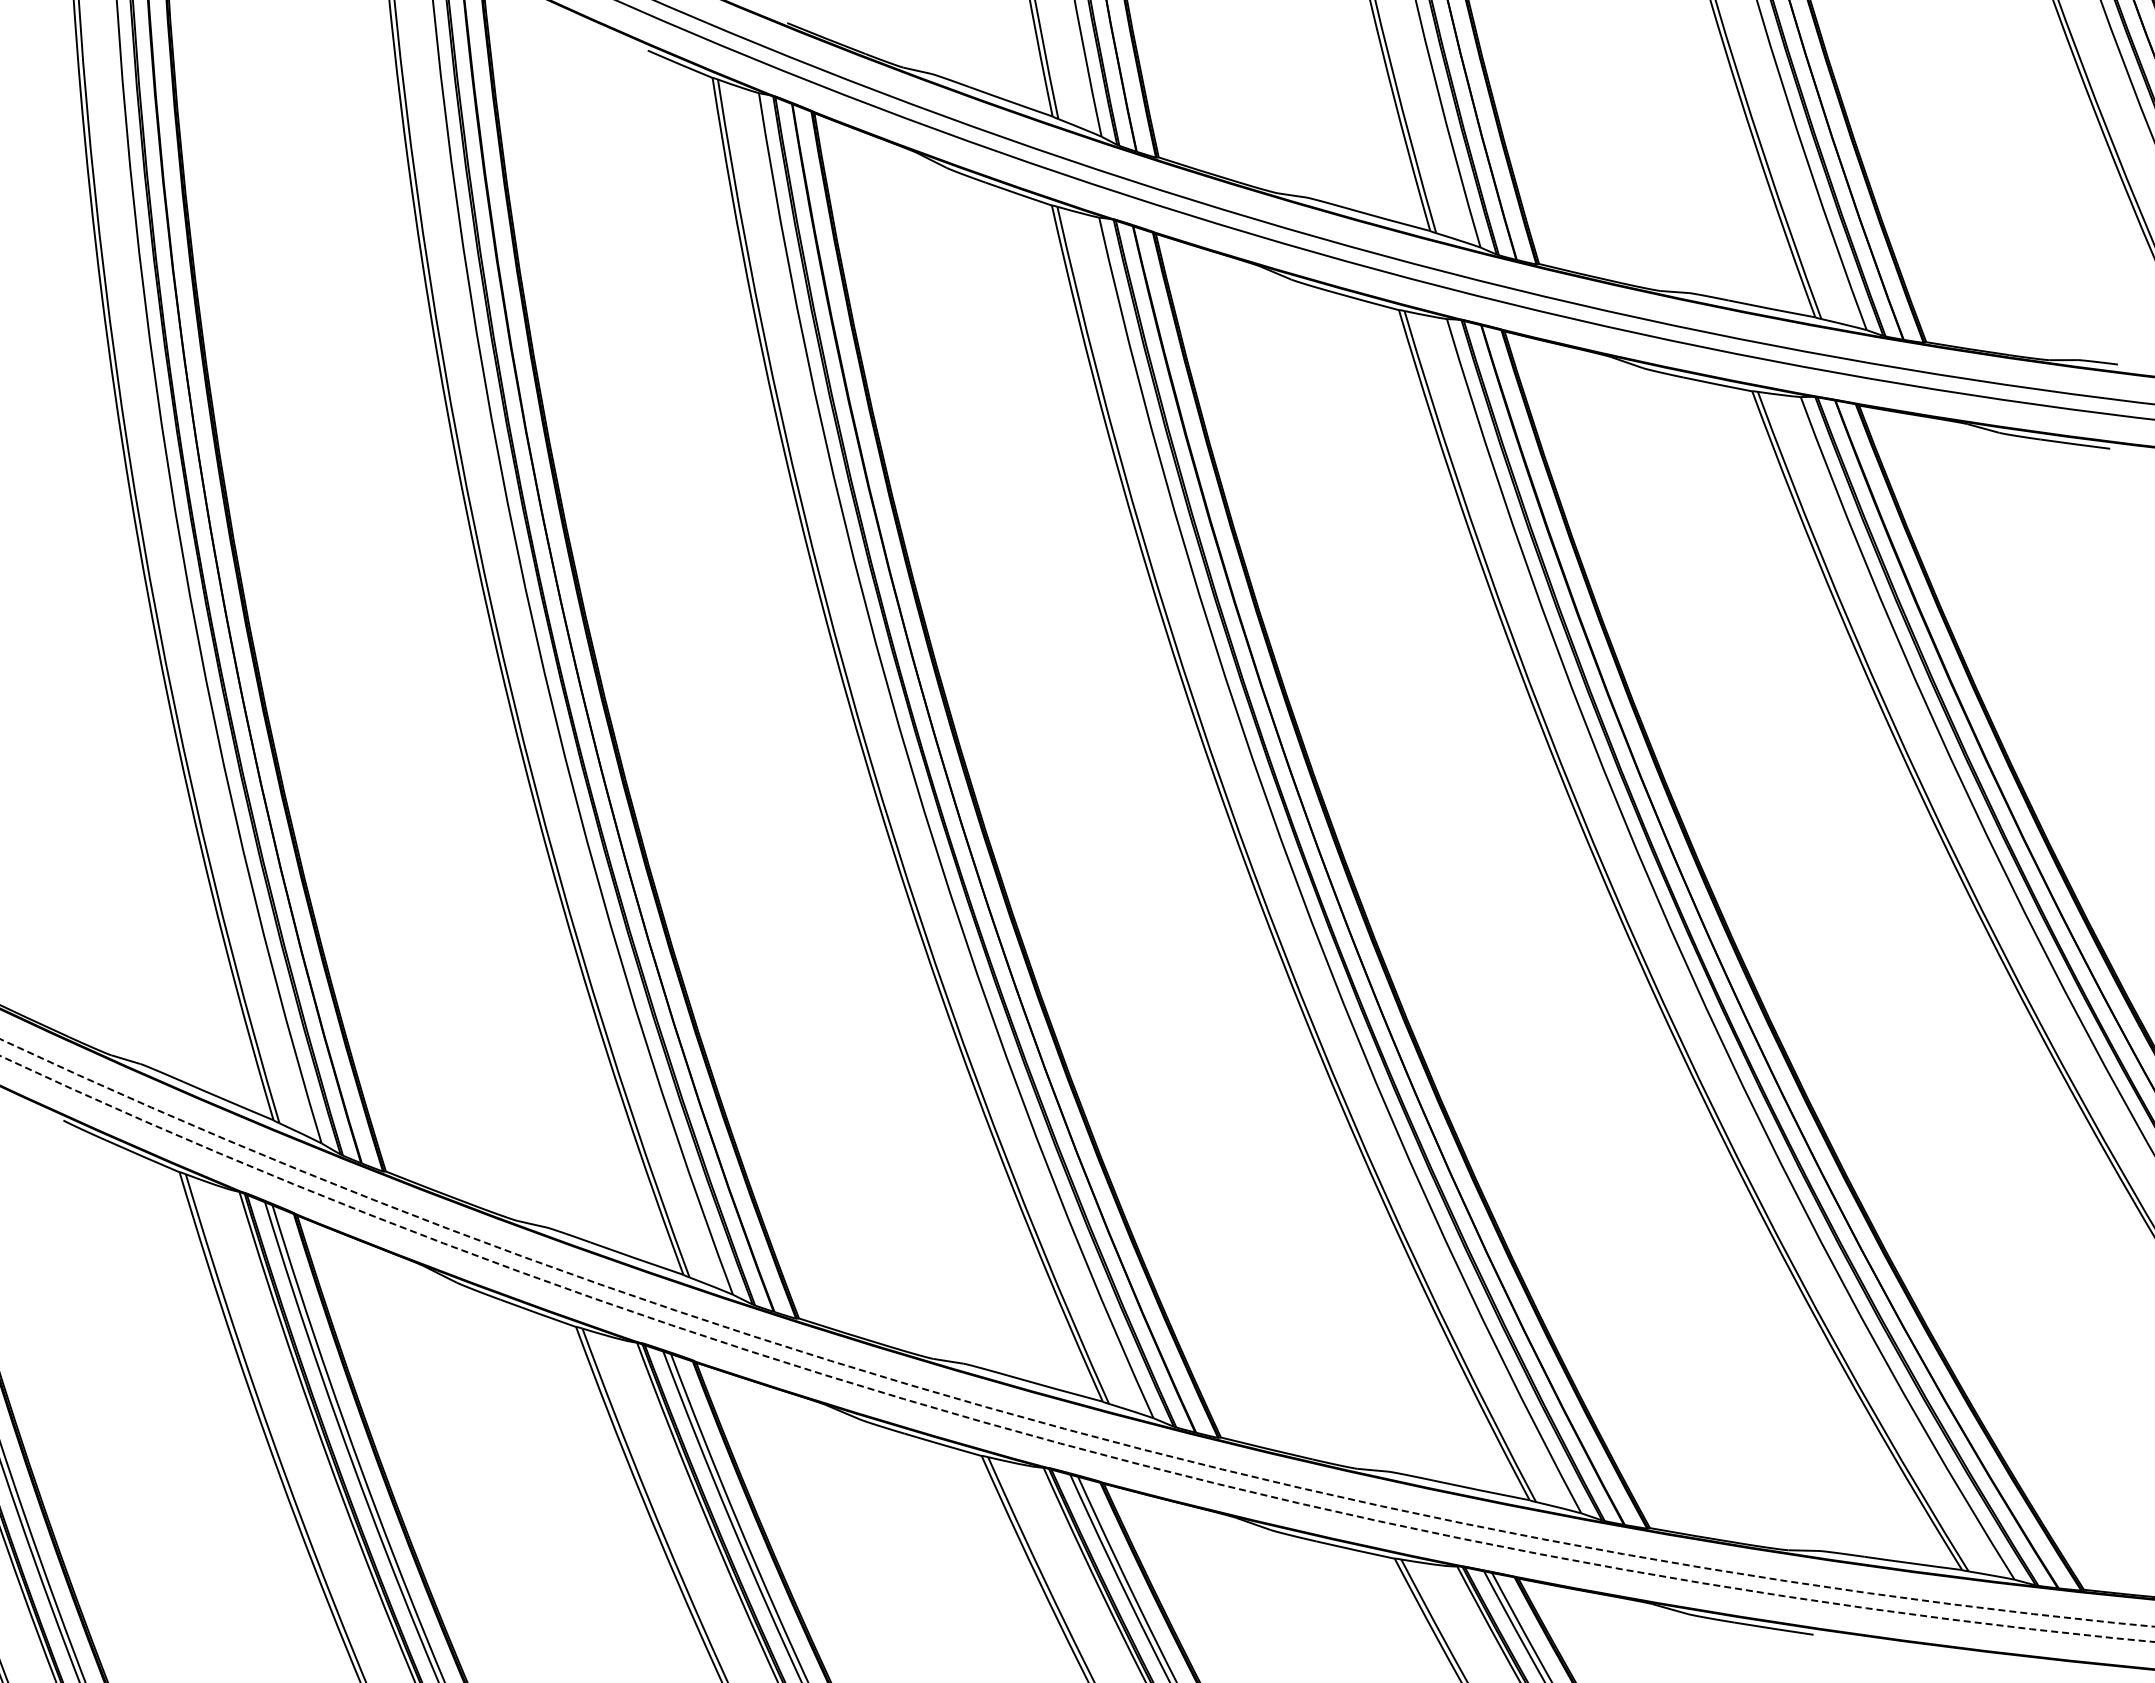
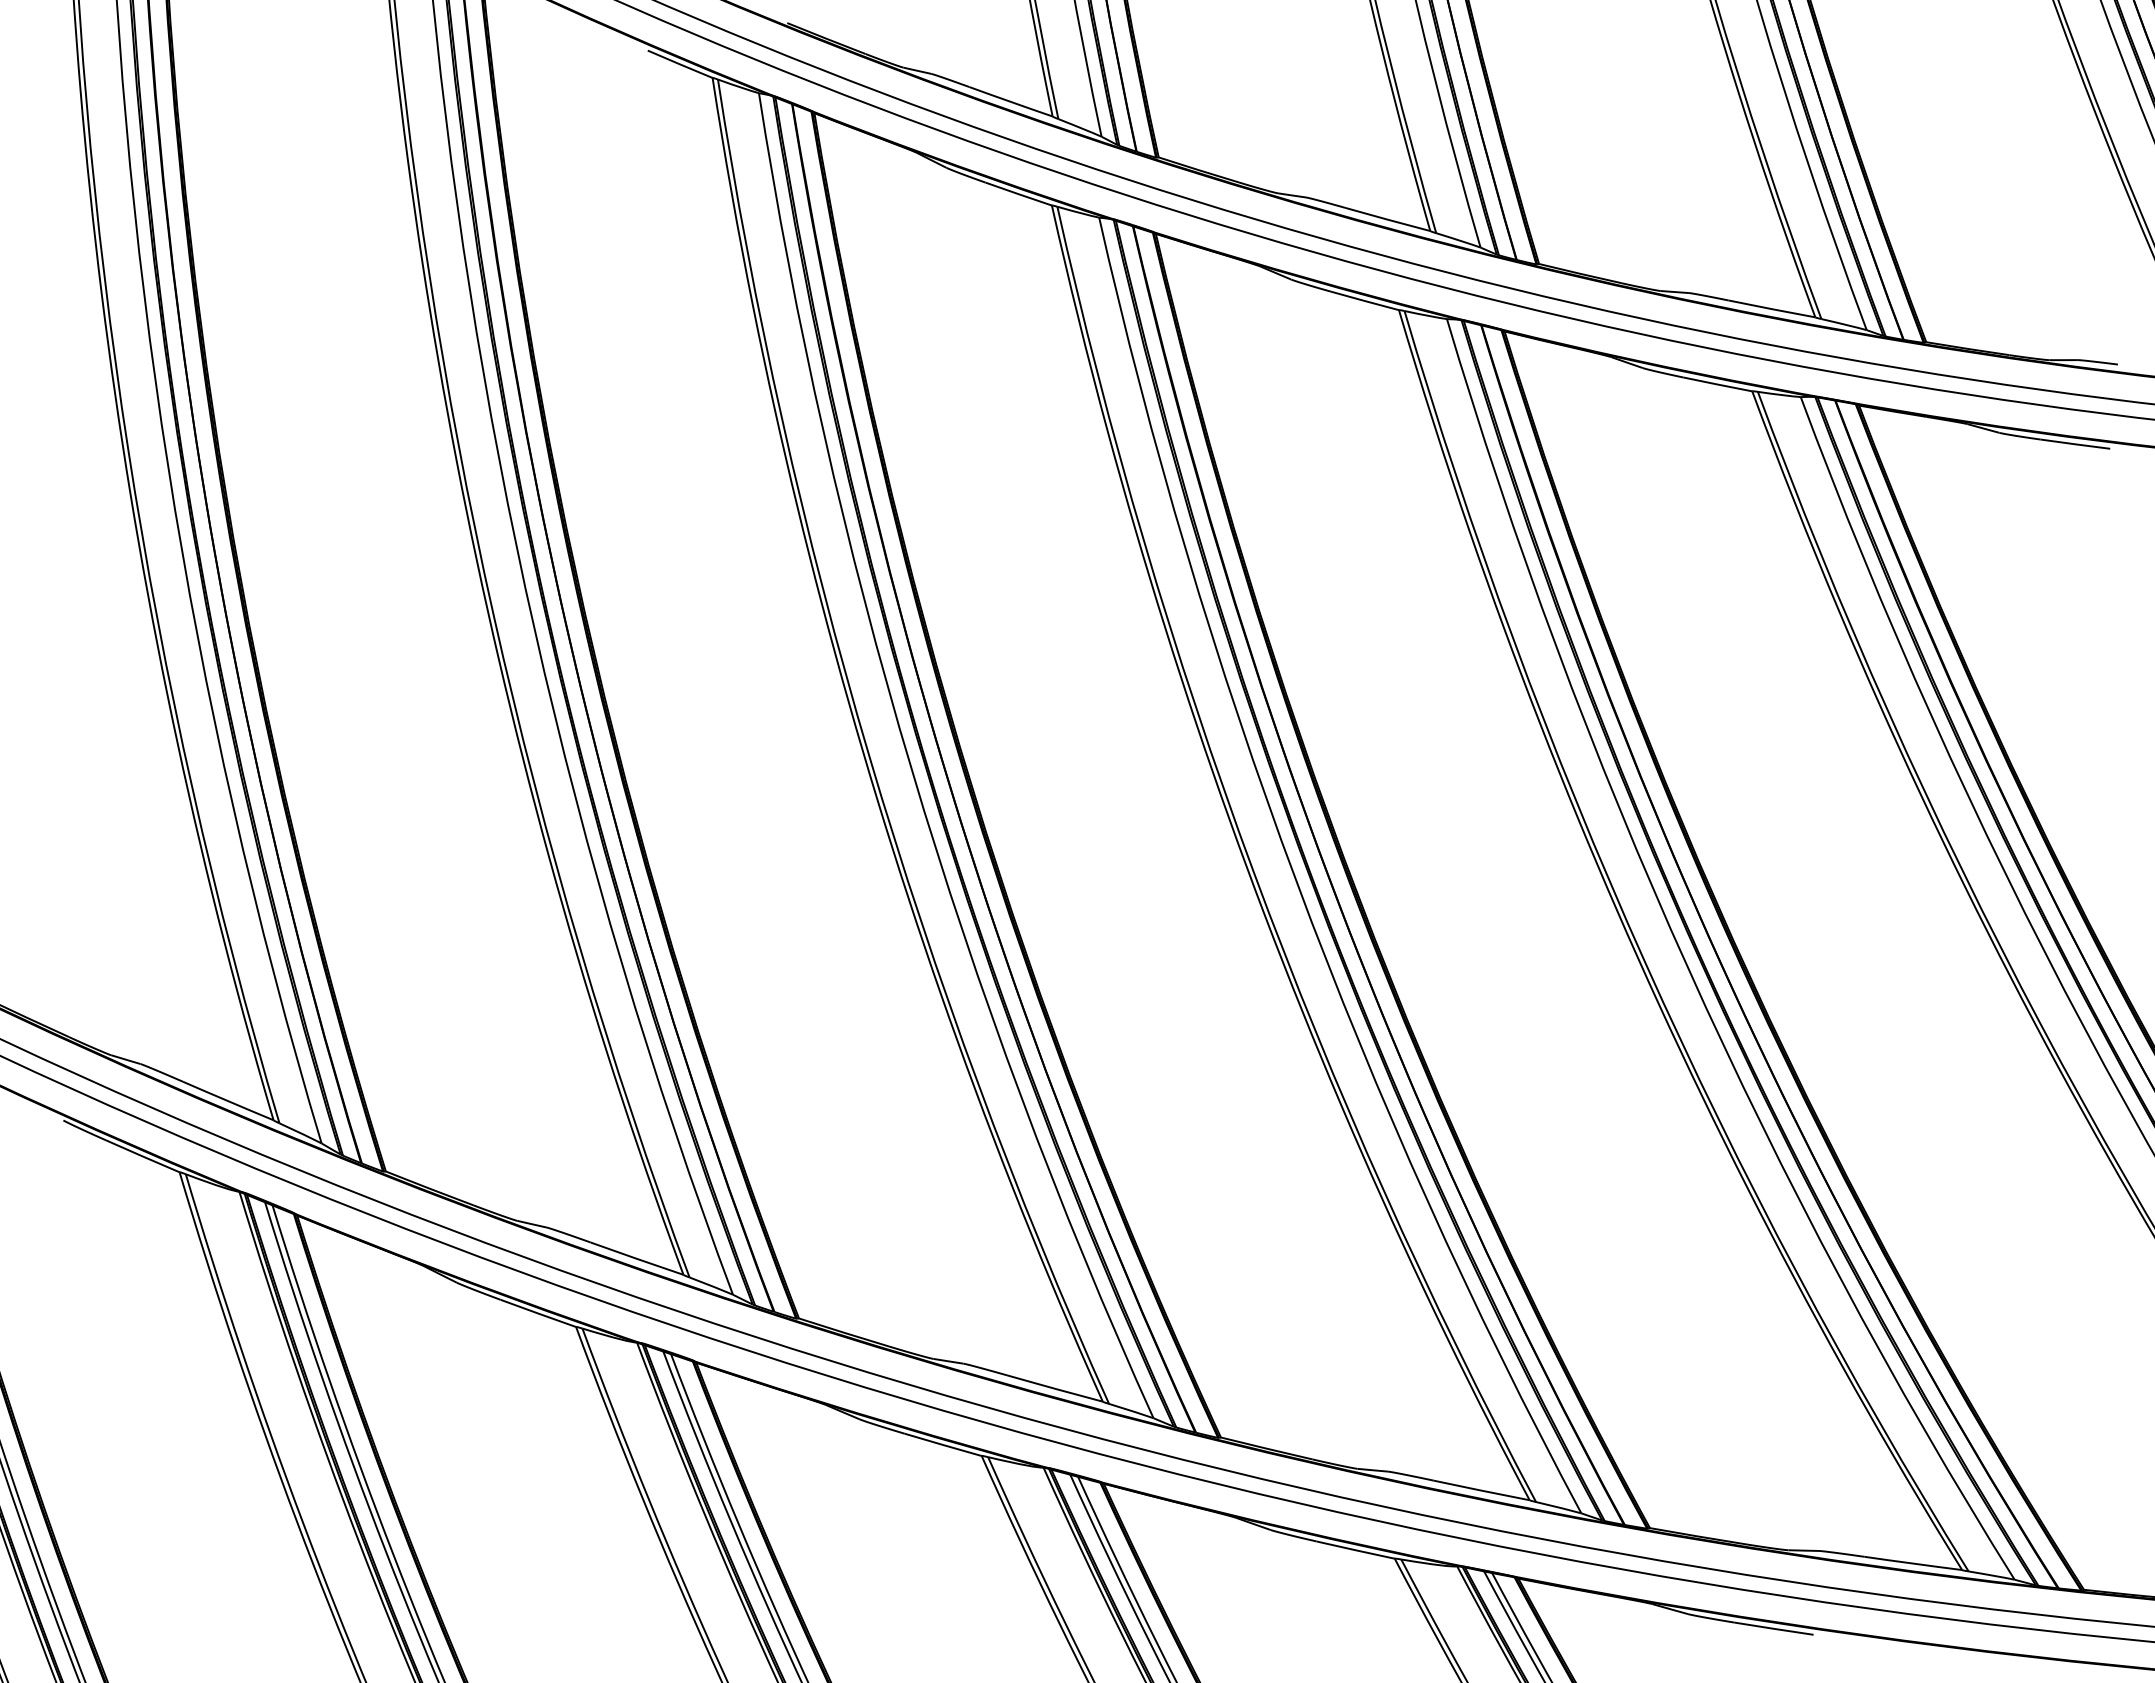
circle at (1077, 1332): dashed -> solid
circle at (1077, 1349): dashed -> solid
